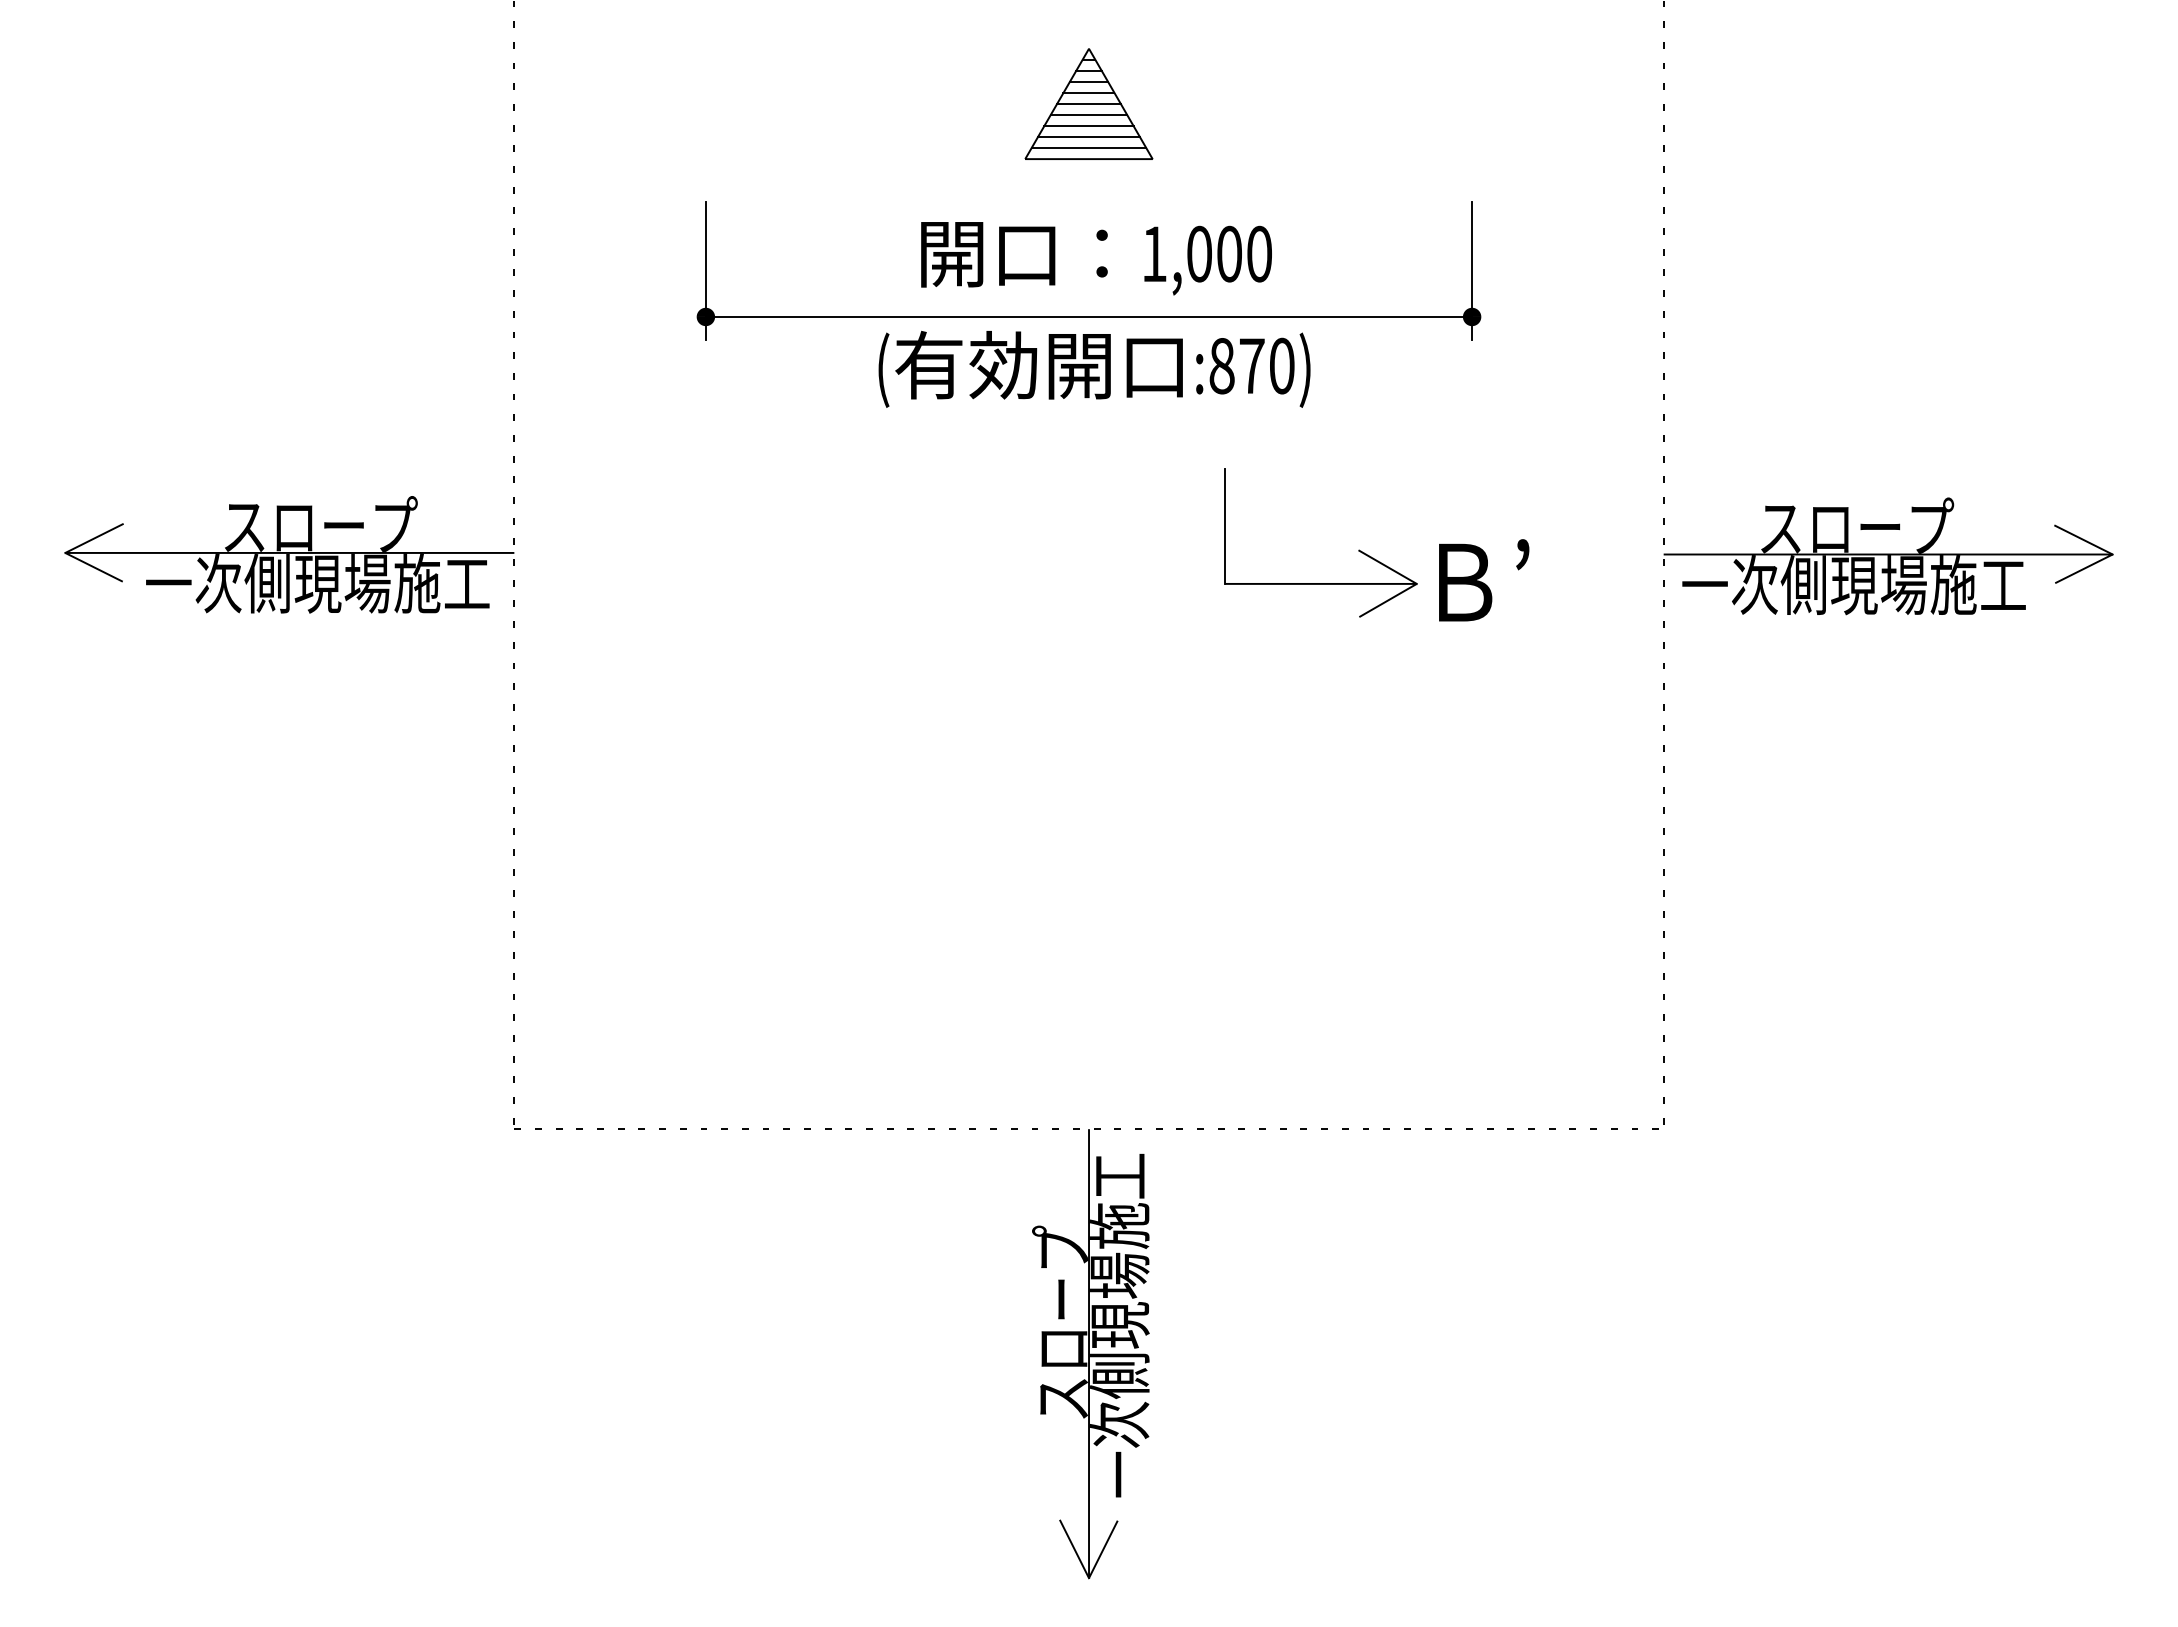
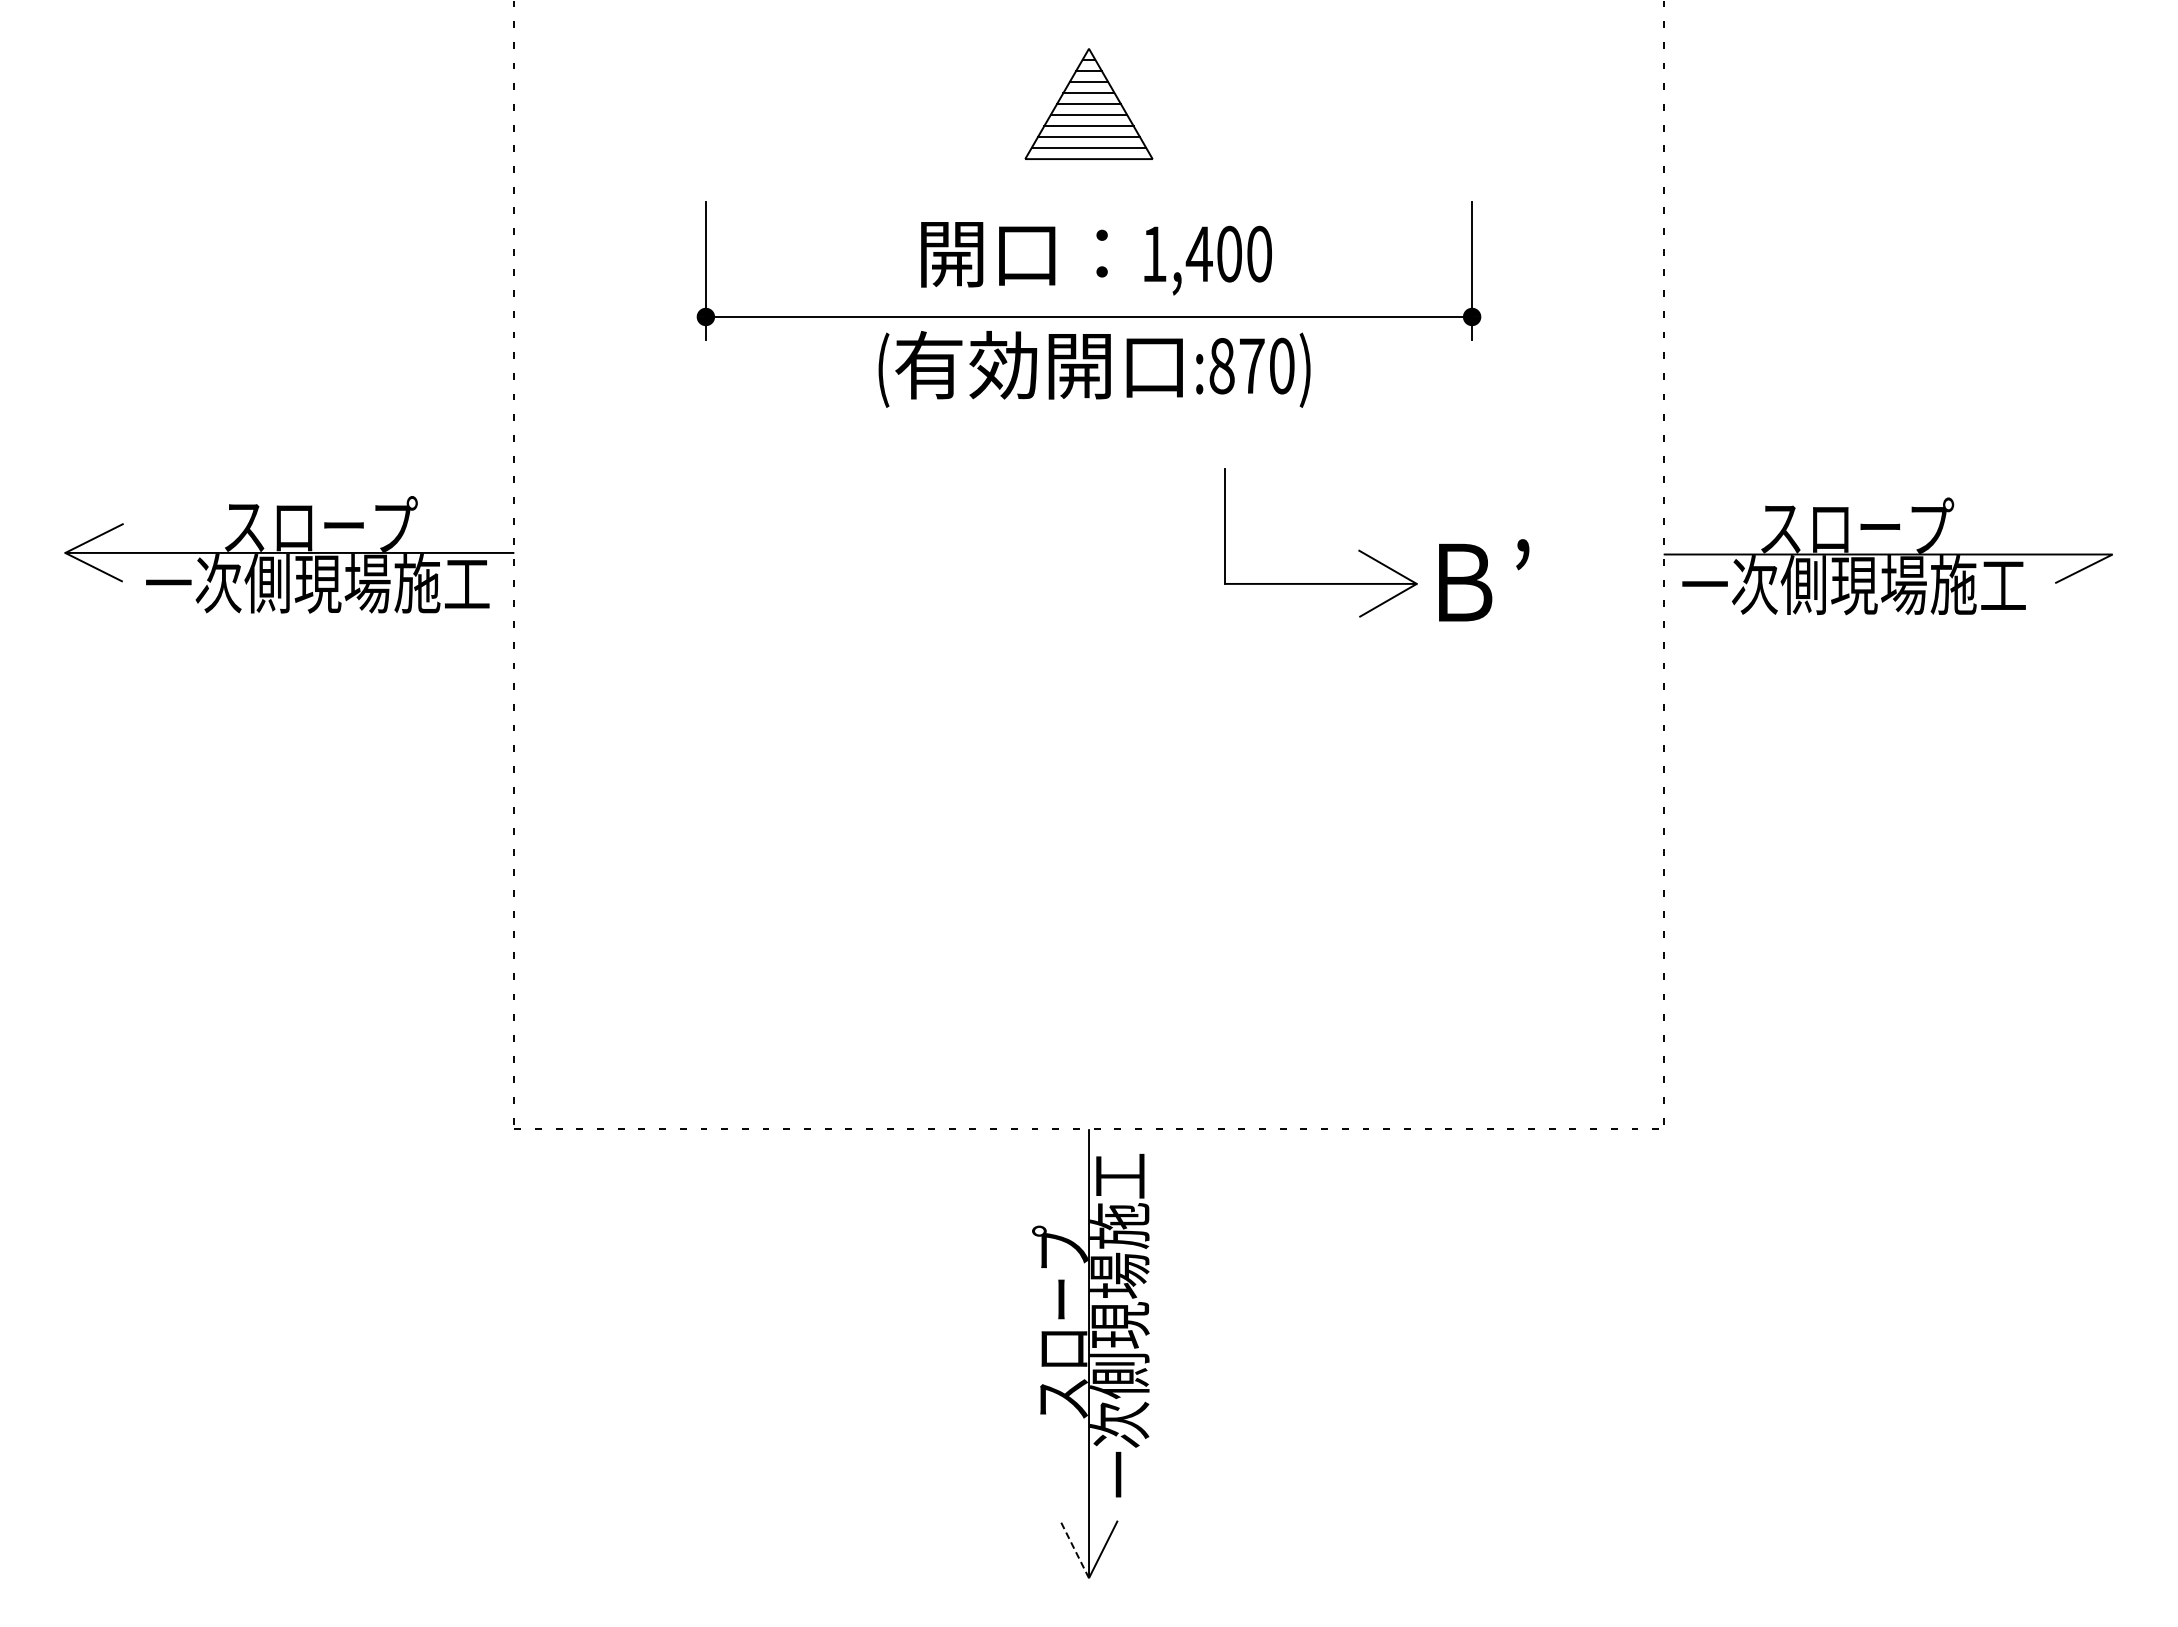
text at (1198, 253): 1,000 -> 1,400
line at (2083, 539): present -> none
line at (1074, 1549): solid -> dashed
